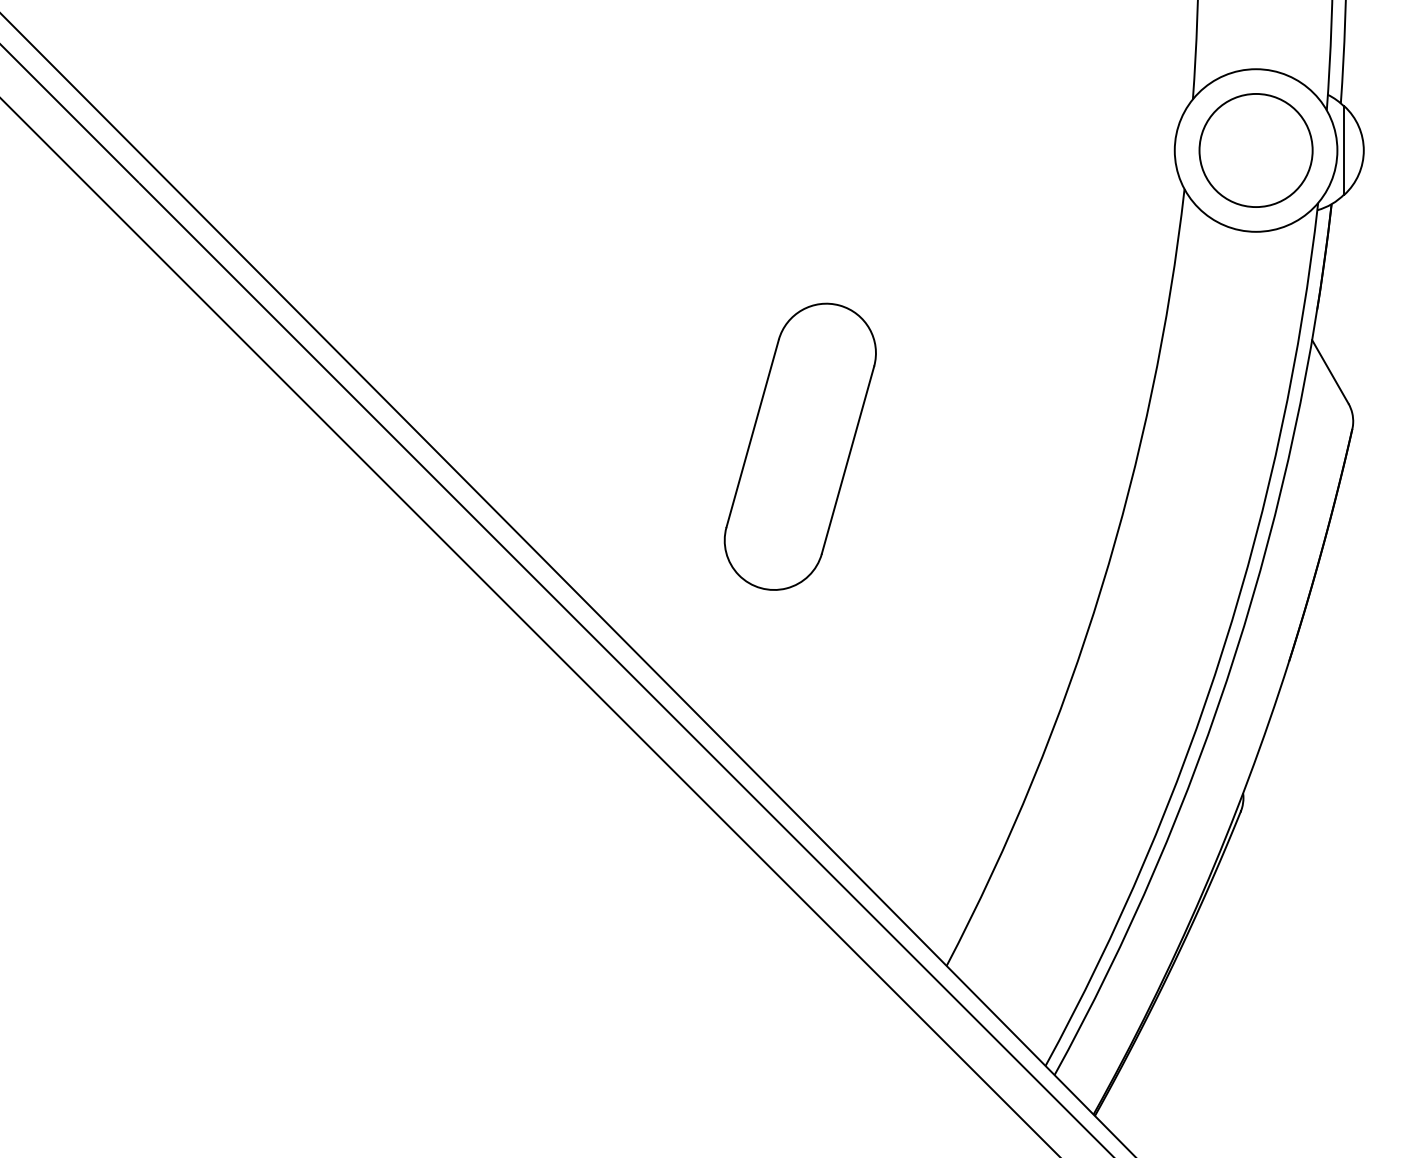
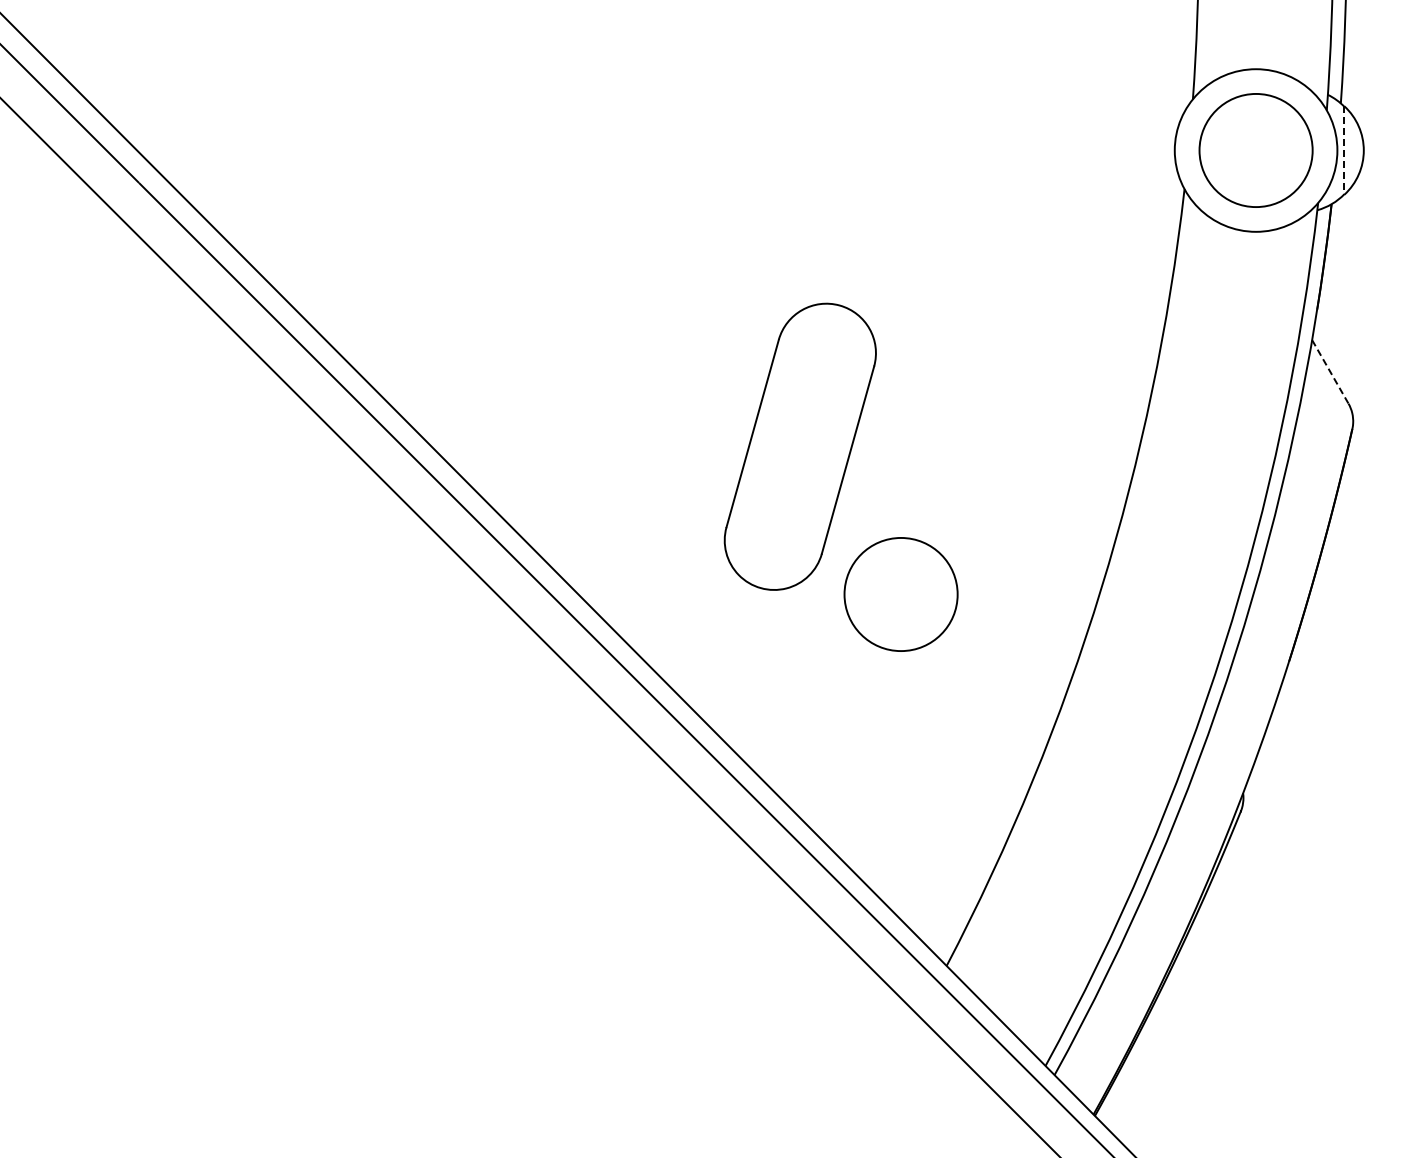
line at (1344, 151): solid -> dashed
line at (1330, 371): solid -> dashed
circle at (900, 594): none -> present
